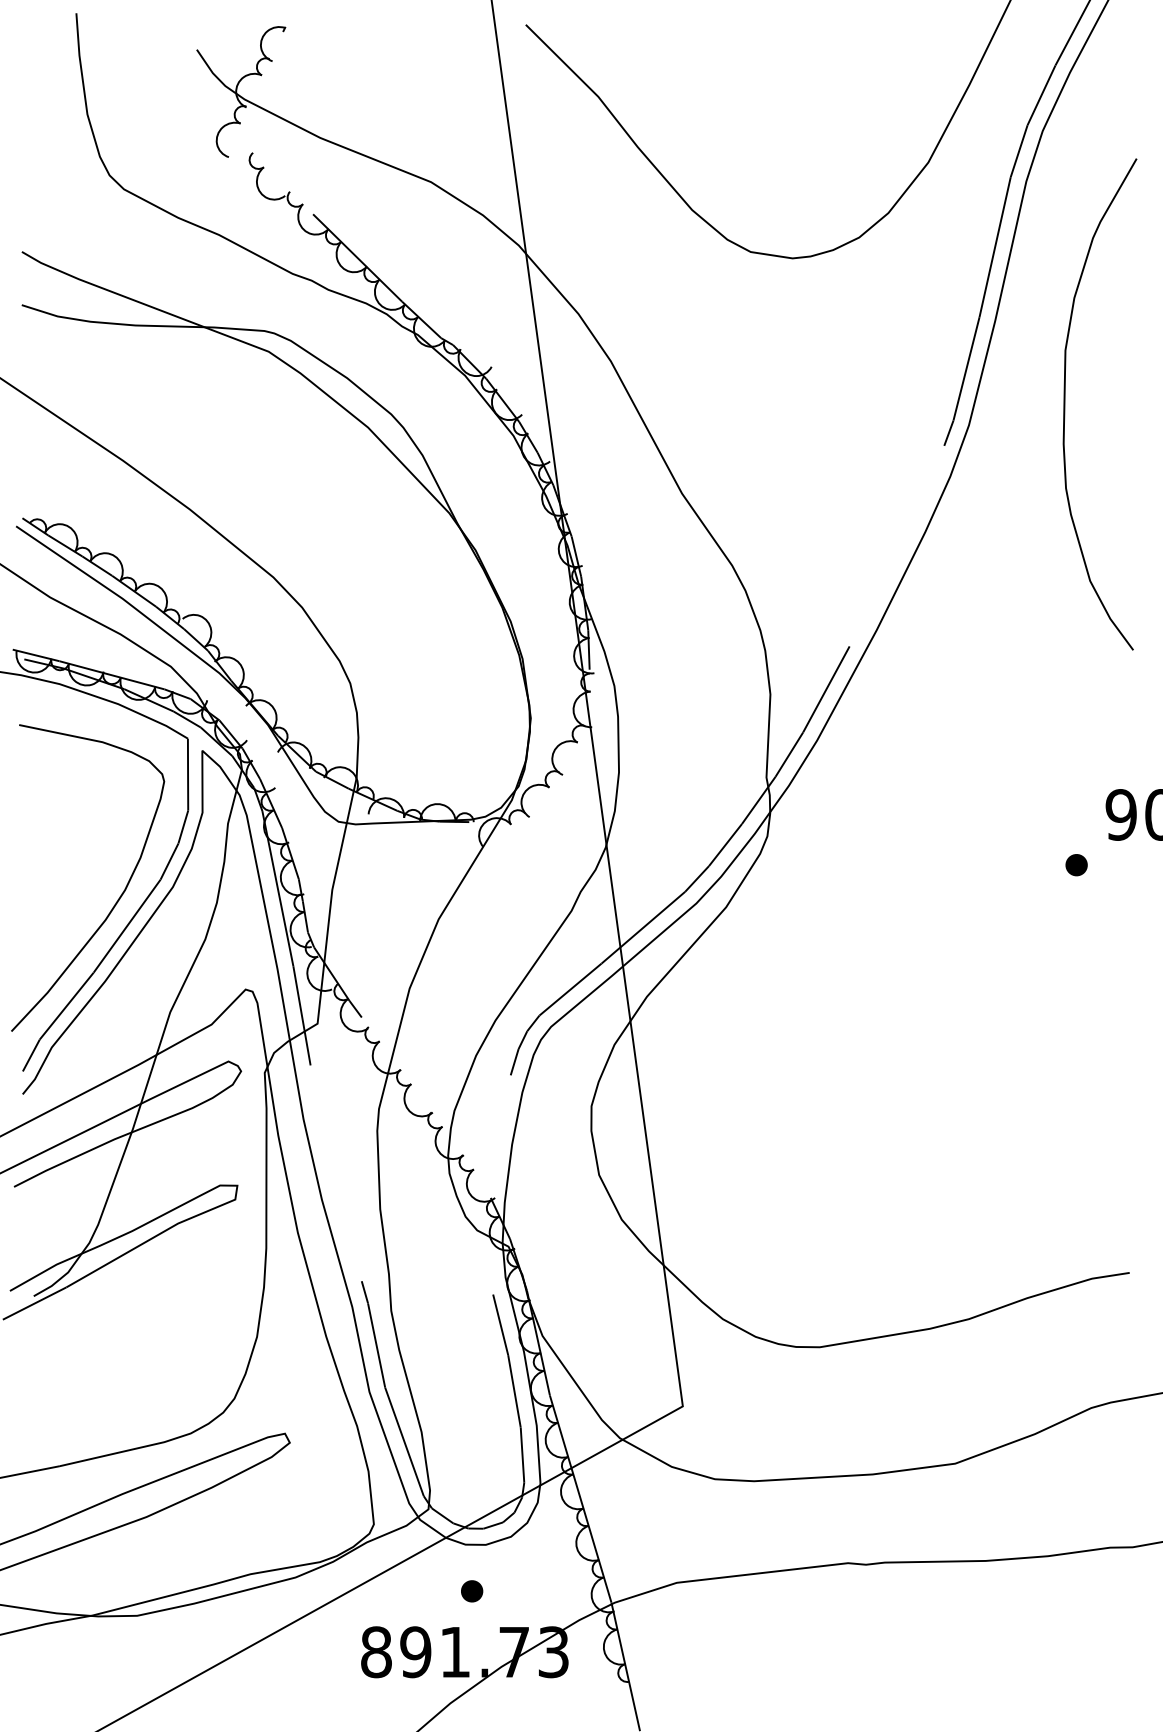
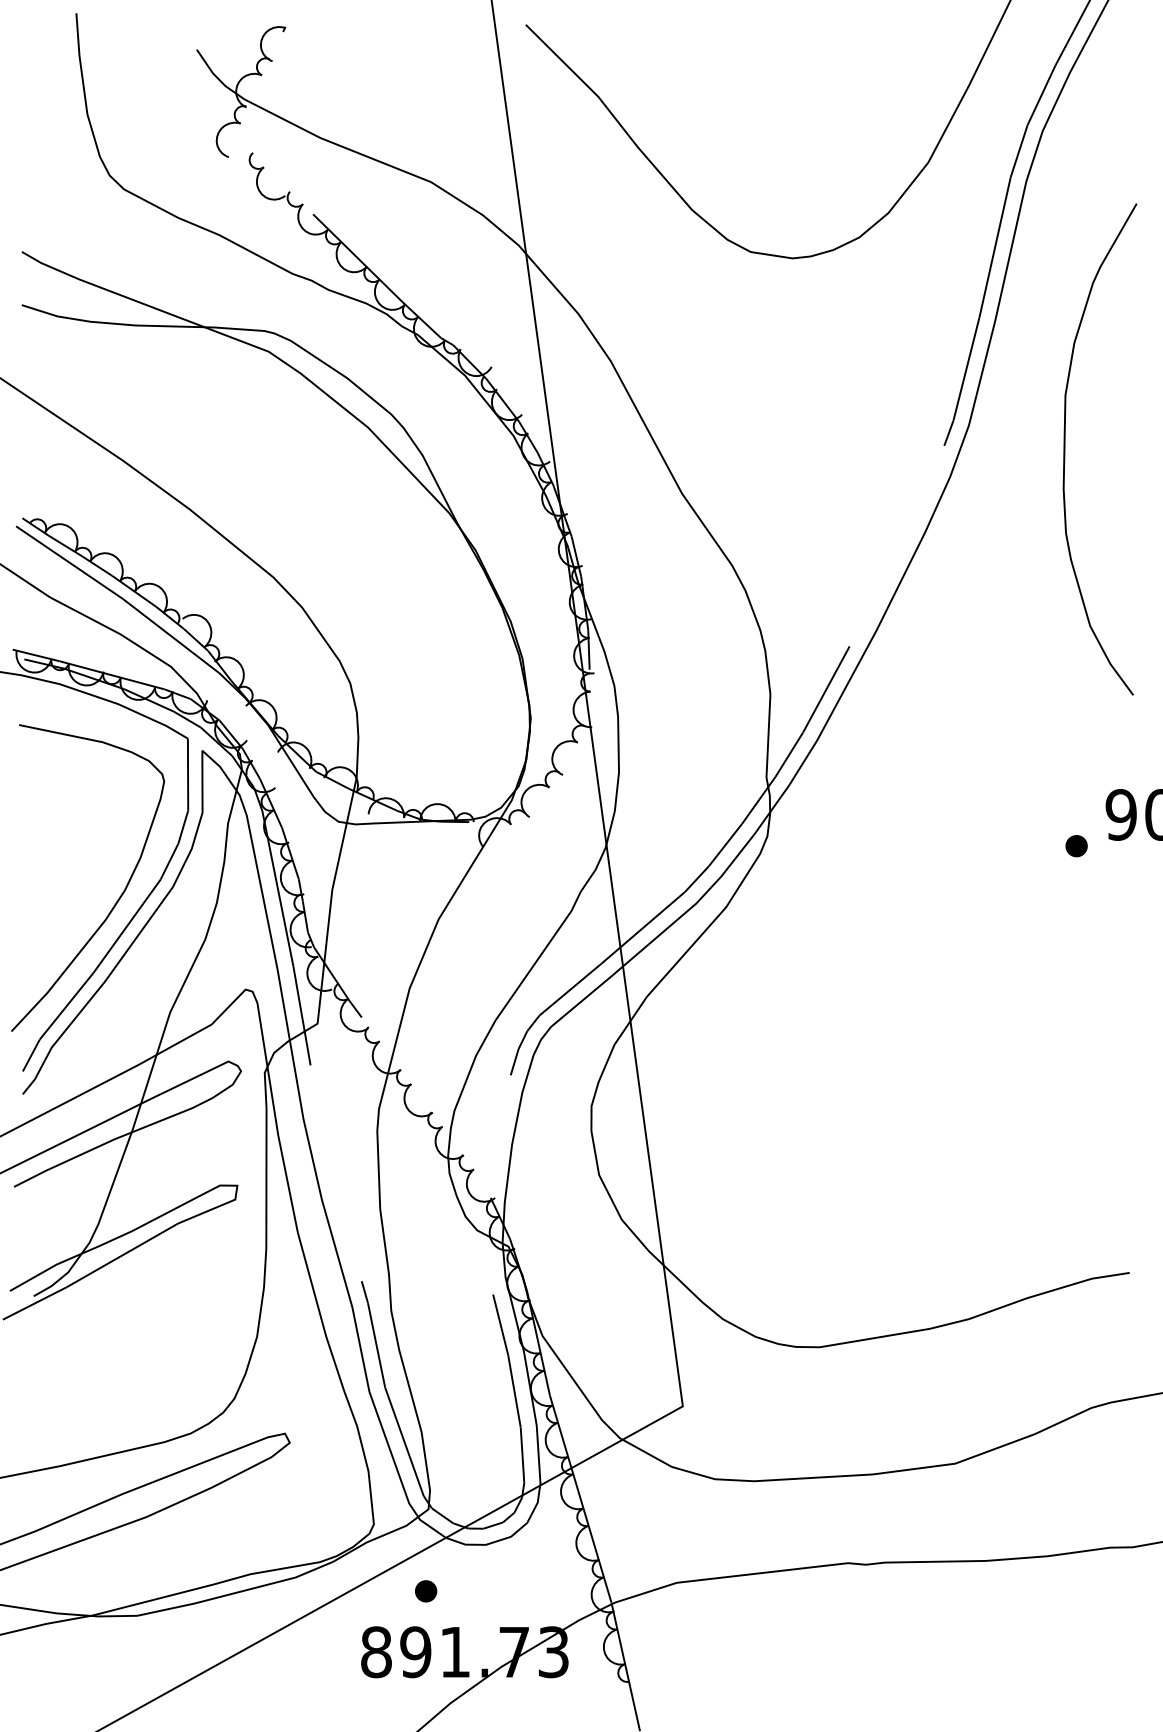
curve at (1065, 404) position: (1065, 404) -> (1065, 449)
part at (1076, 865) position: (1076, 865) -> (1076, 846)
part at (472, 1591) position: (472, 1591) -> (426, 1591)
